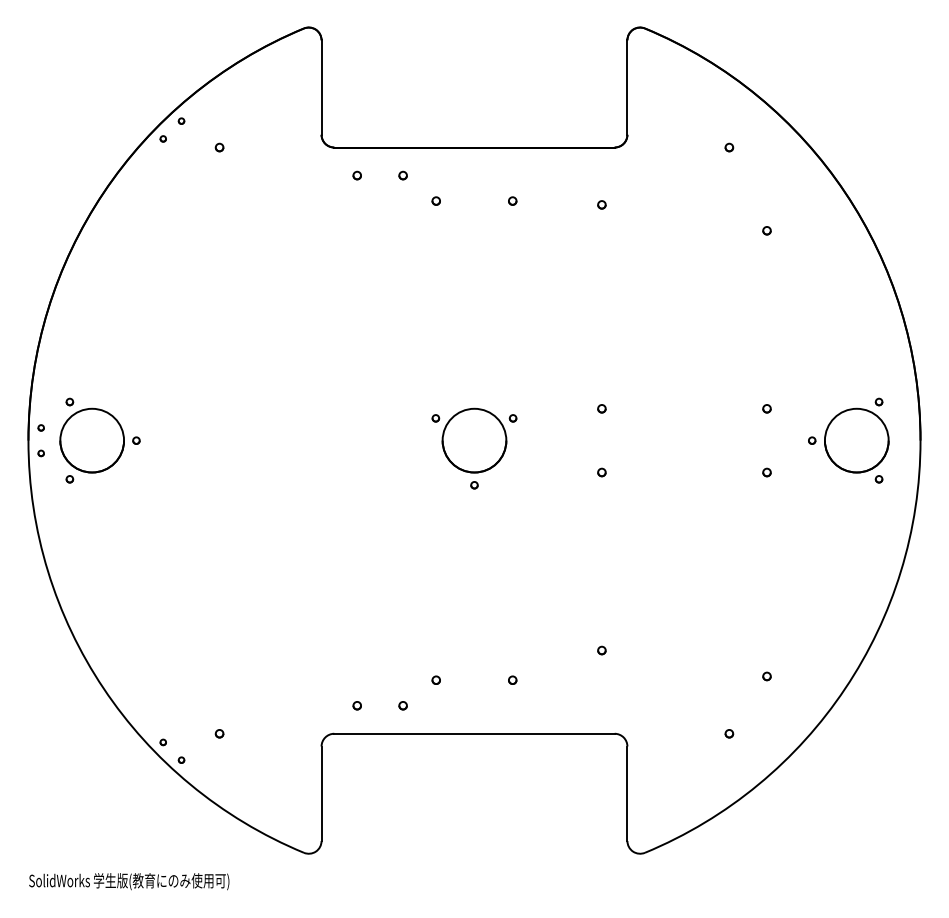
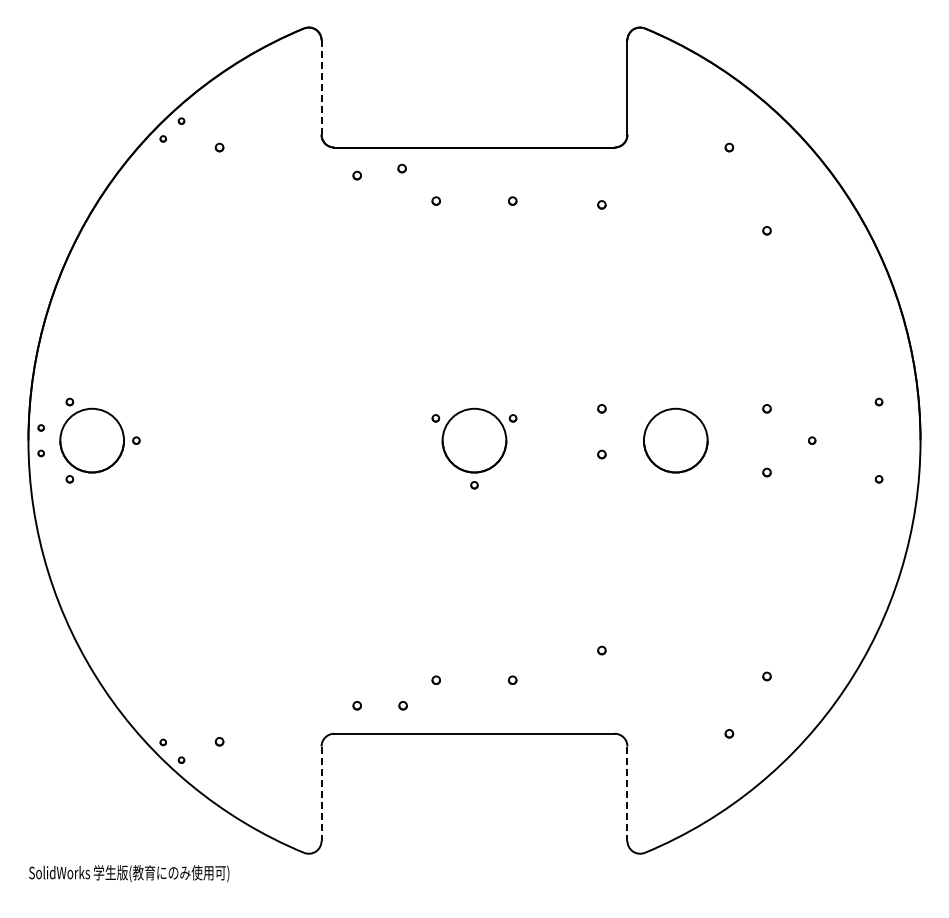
line at (321, 87): solid -> dashed
part at (402, 175) position: (402, 175) -> (401, 168)
part at (856, 440) position: (856, 440) -> (675, 440)
part at (601, 472) position: (601, 472) -> (601, 454)
part at (219, 733) position: (219, 733) -> (219, 741)
line at (321, 794): solid -> dashed
line at (627, 794): solid -> dashed
text at (129, 881) position: (129, 881) -> (129, 873)
